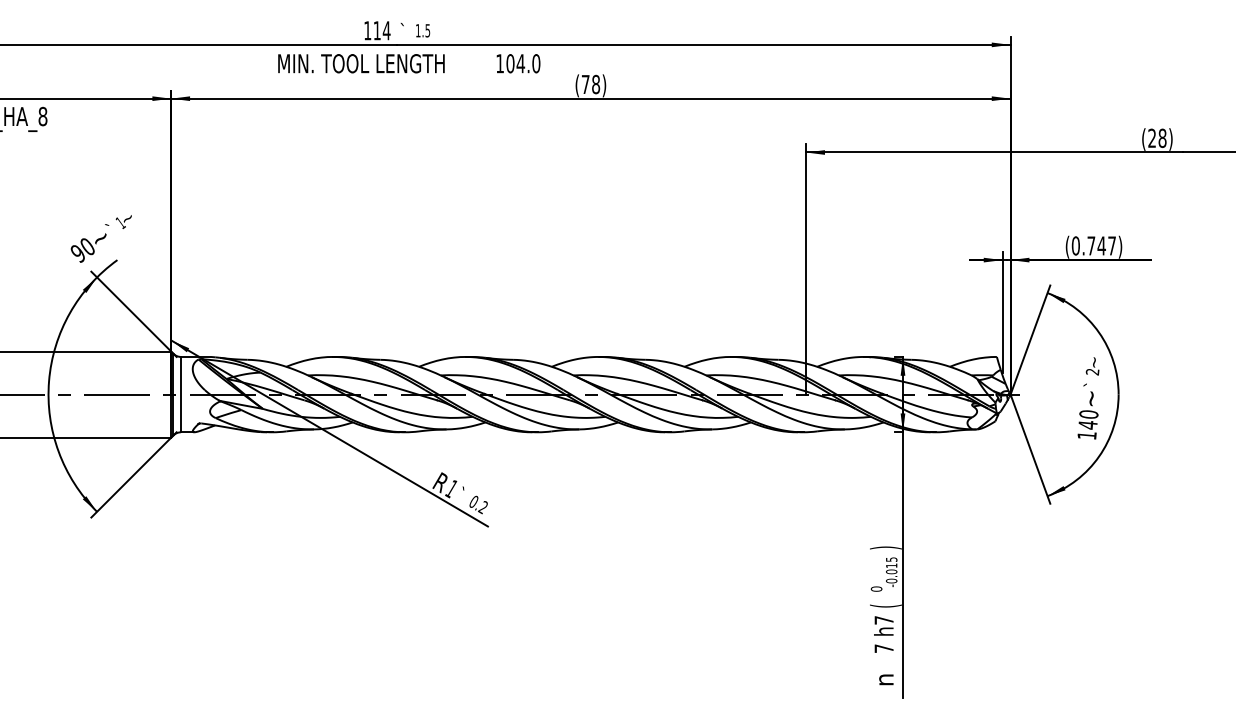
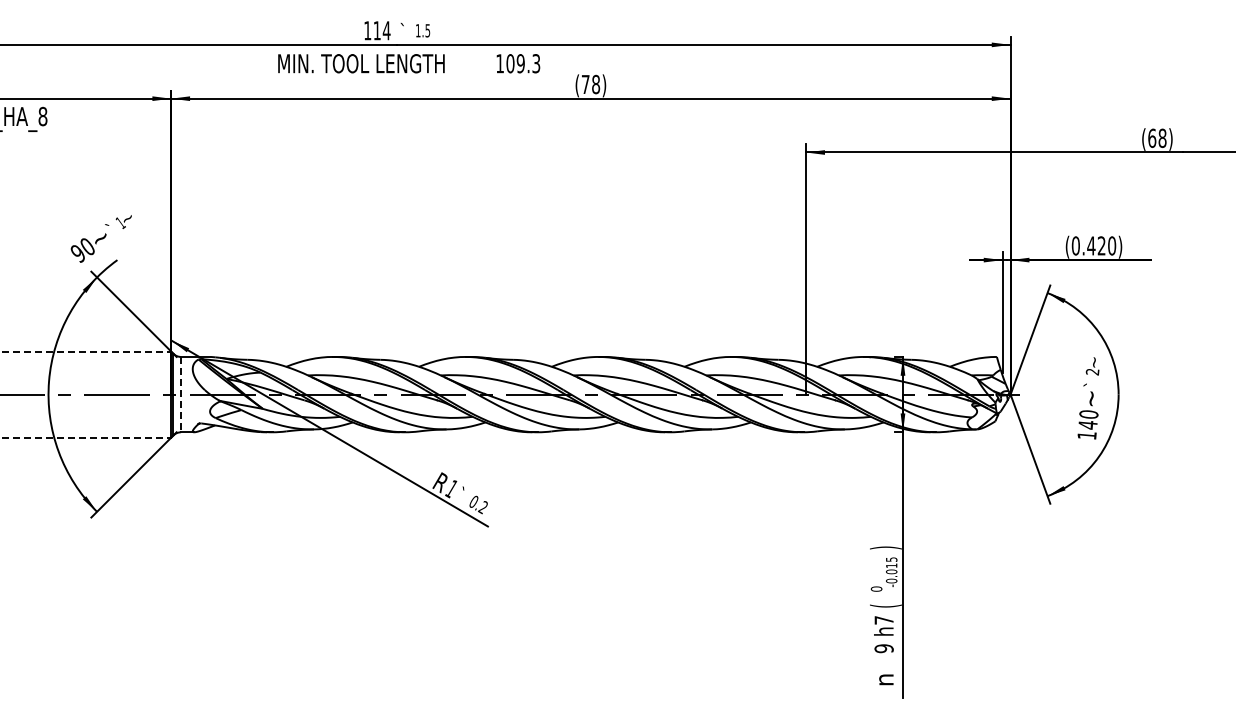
text at (528, 63): 104.0 -> 109.3
text at (1152, 137): (28) -> (68)
text at (1101, 245): (0.747) -> (0.420)
line at (86, 351): solid -> dashed
line at (181, 394): solid -> dashed
line at (86, 437): solid -> dashed
text at (883, 648): 7 -> 9
